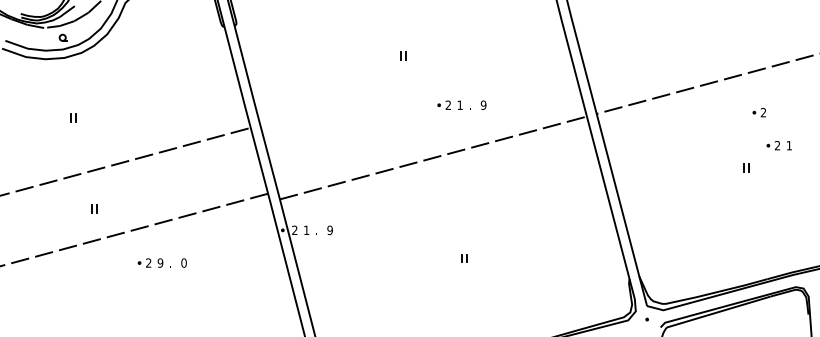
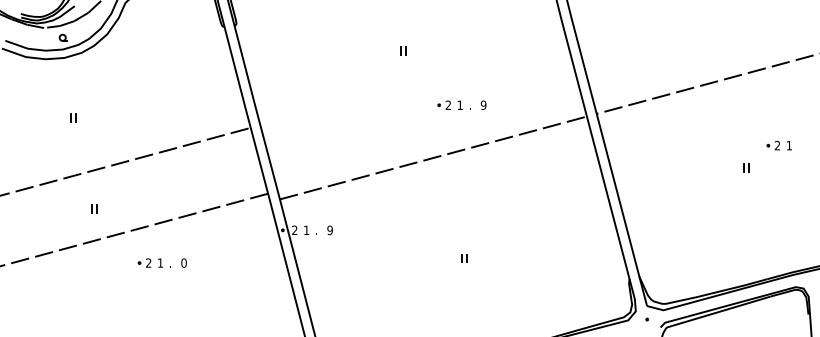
part at (403, 55) position: (403, 55) -> (403, 50)
part at (758, 112): present -> none
text at (160, 262): 9 -> 1
